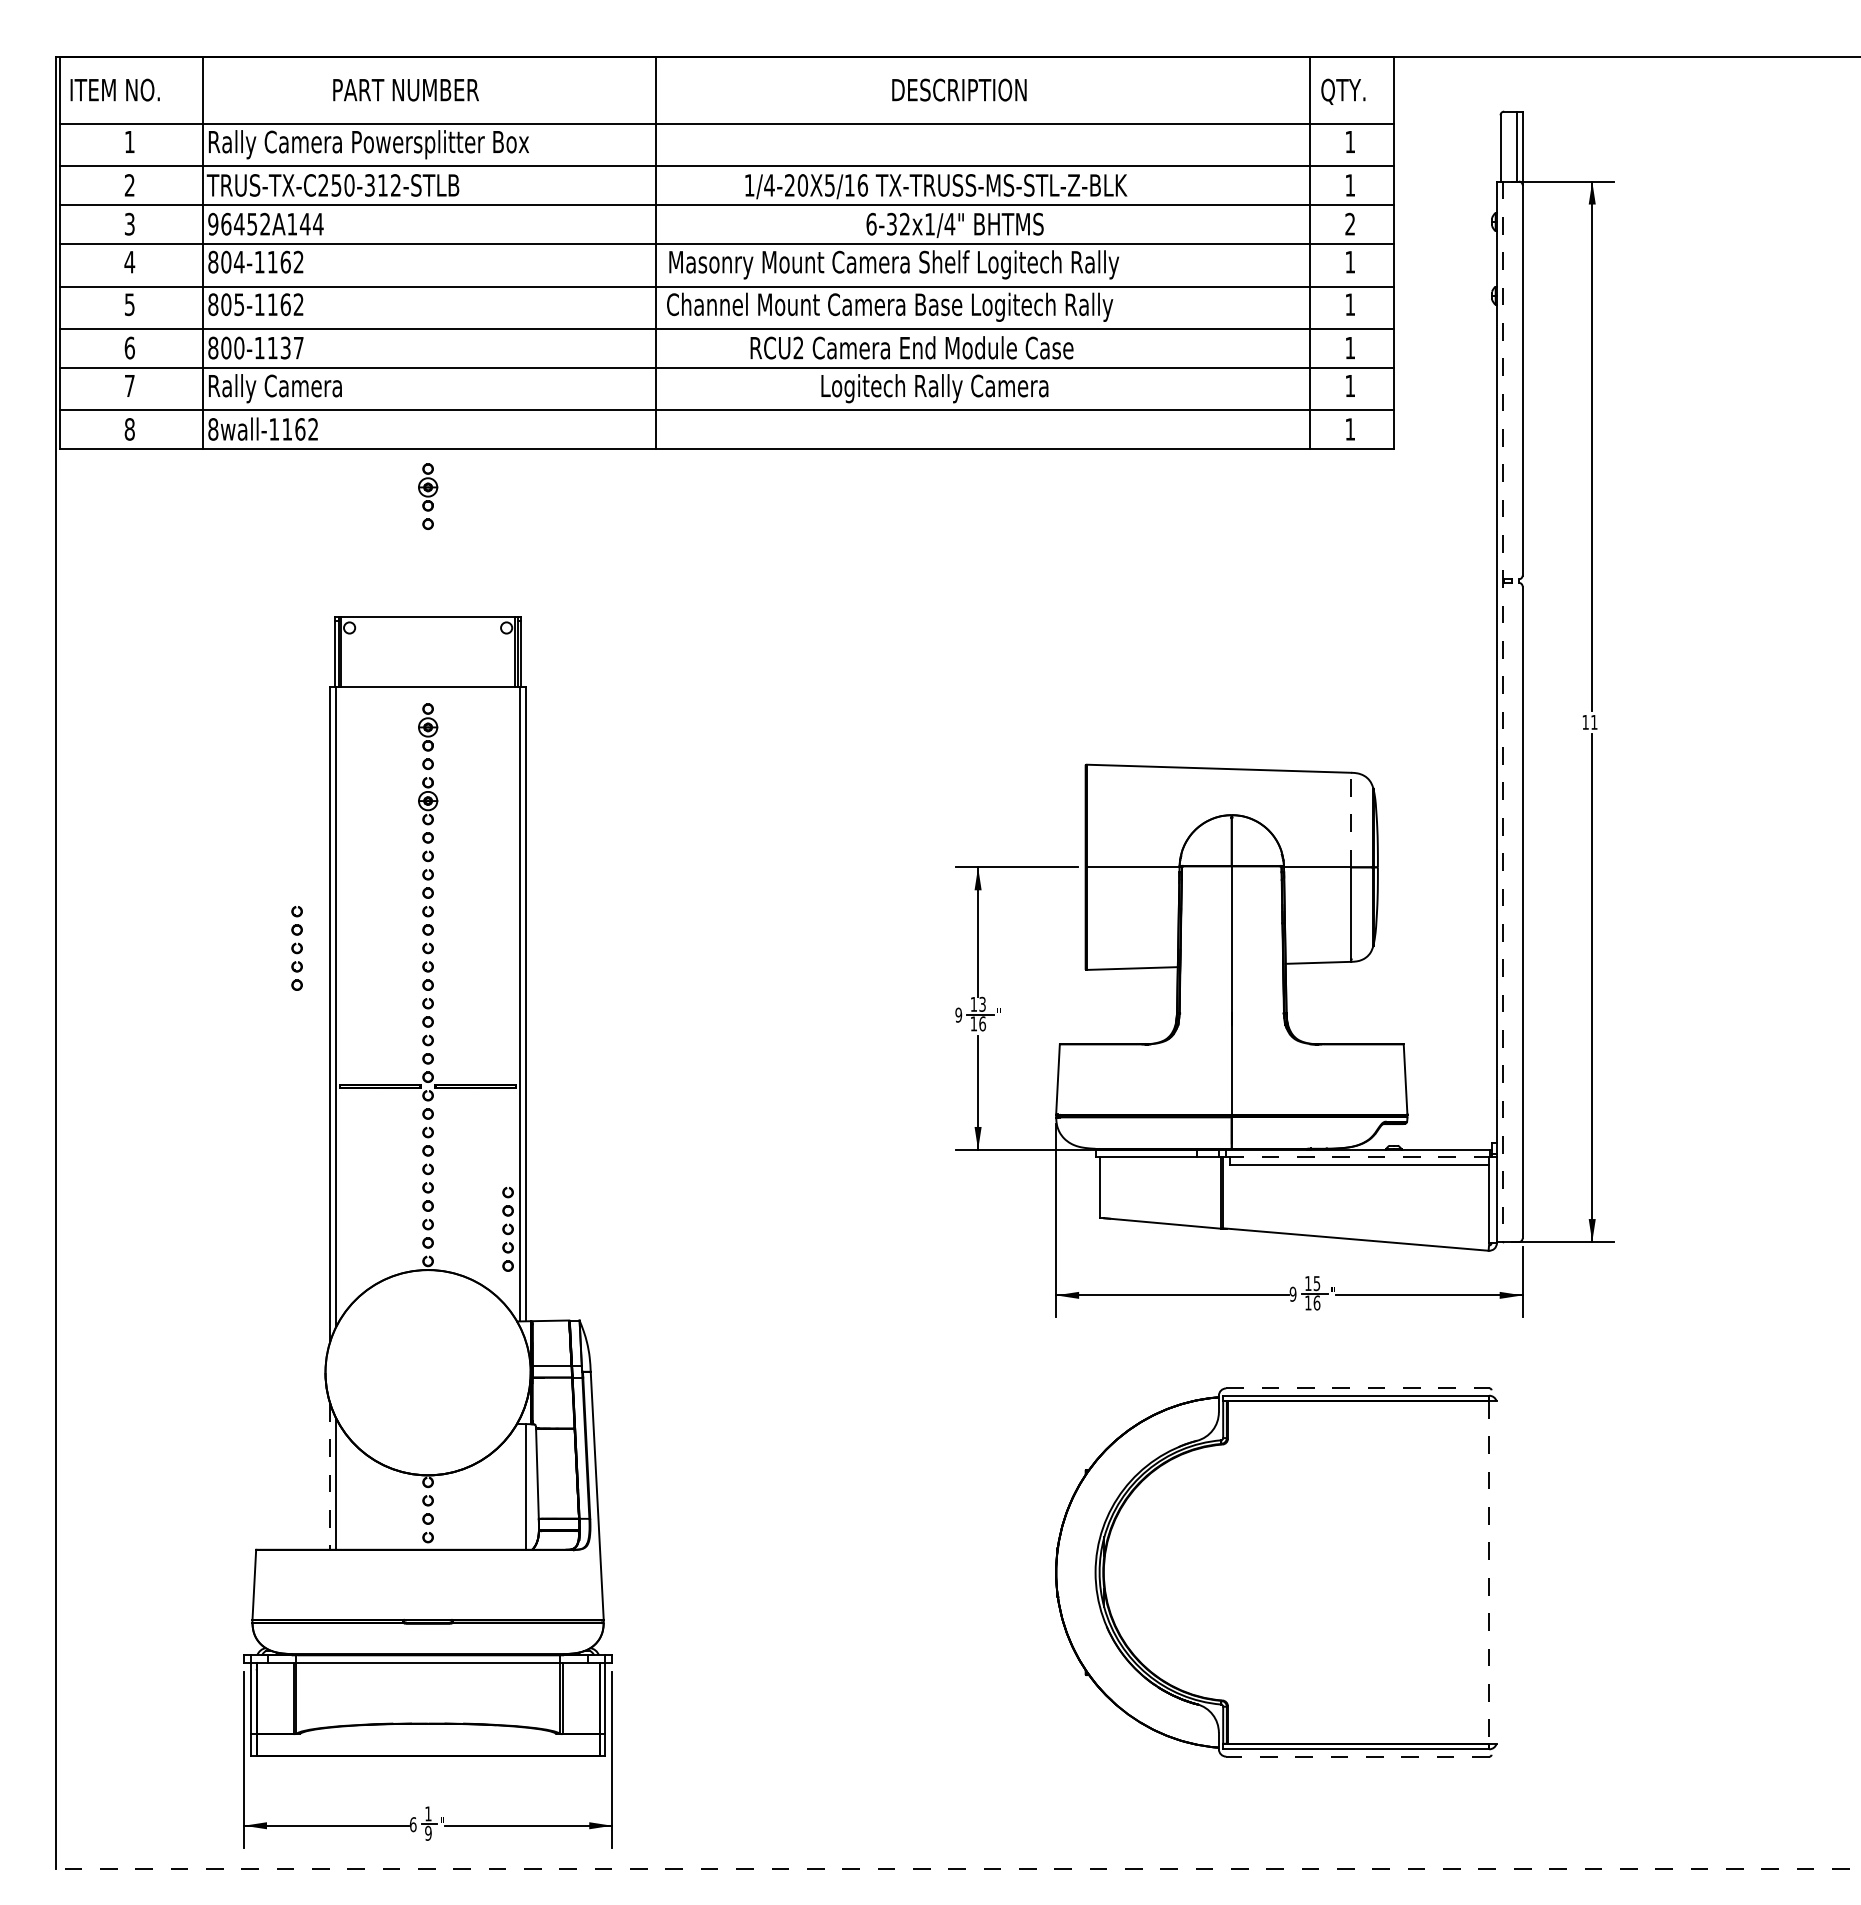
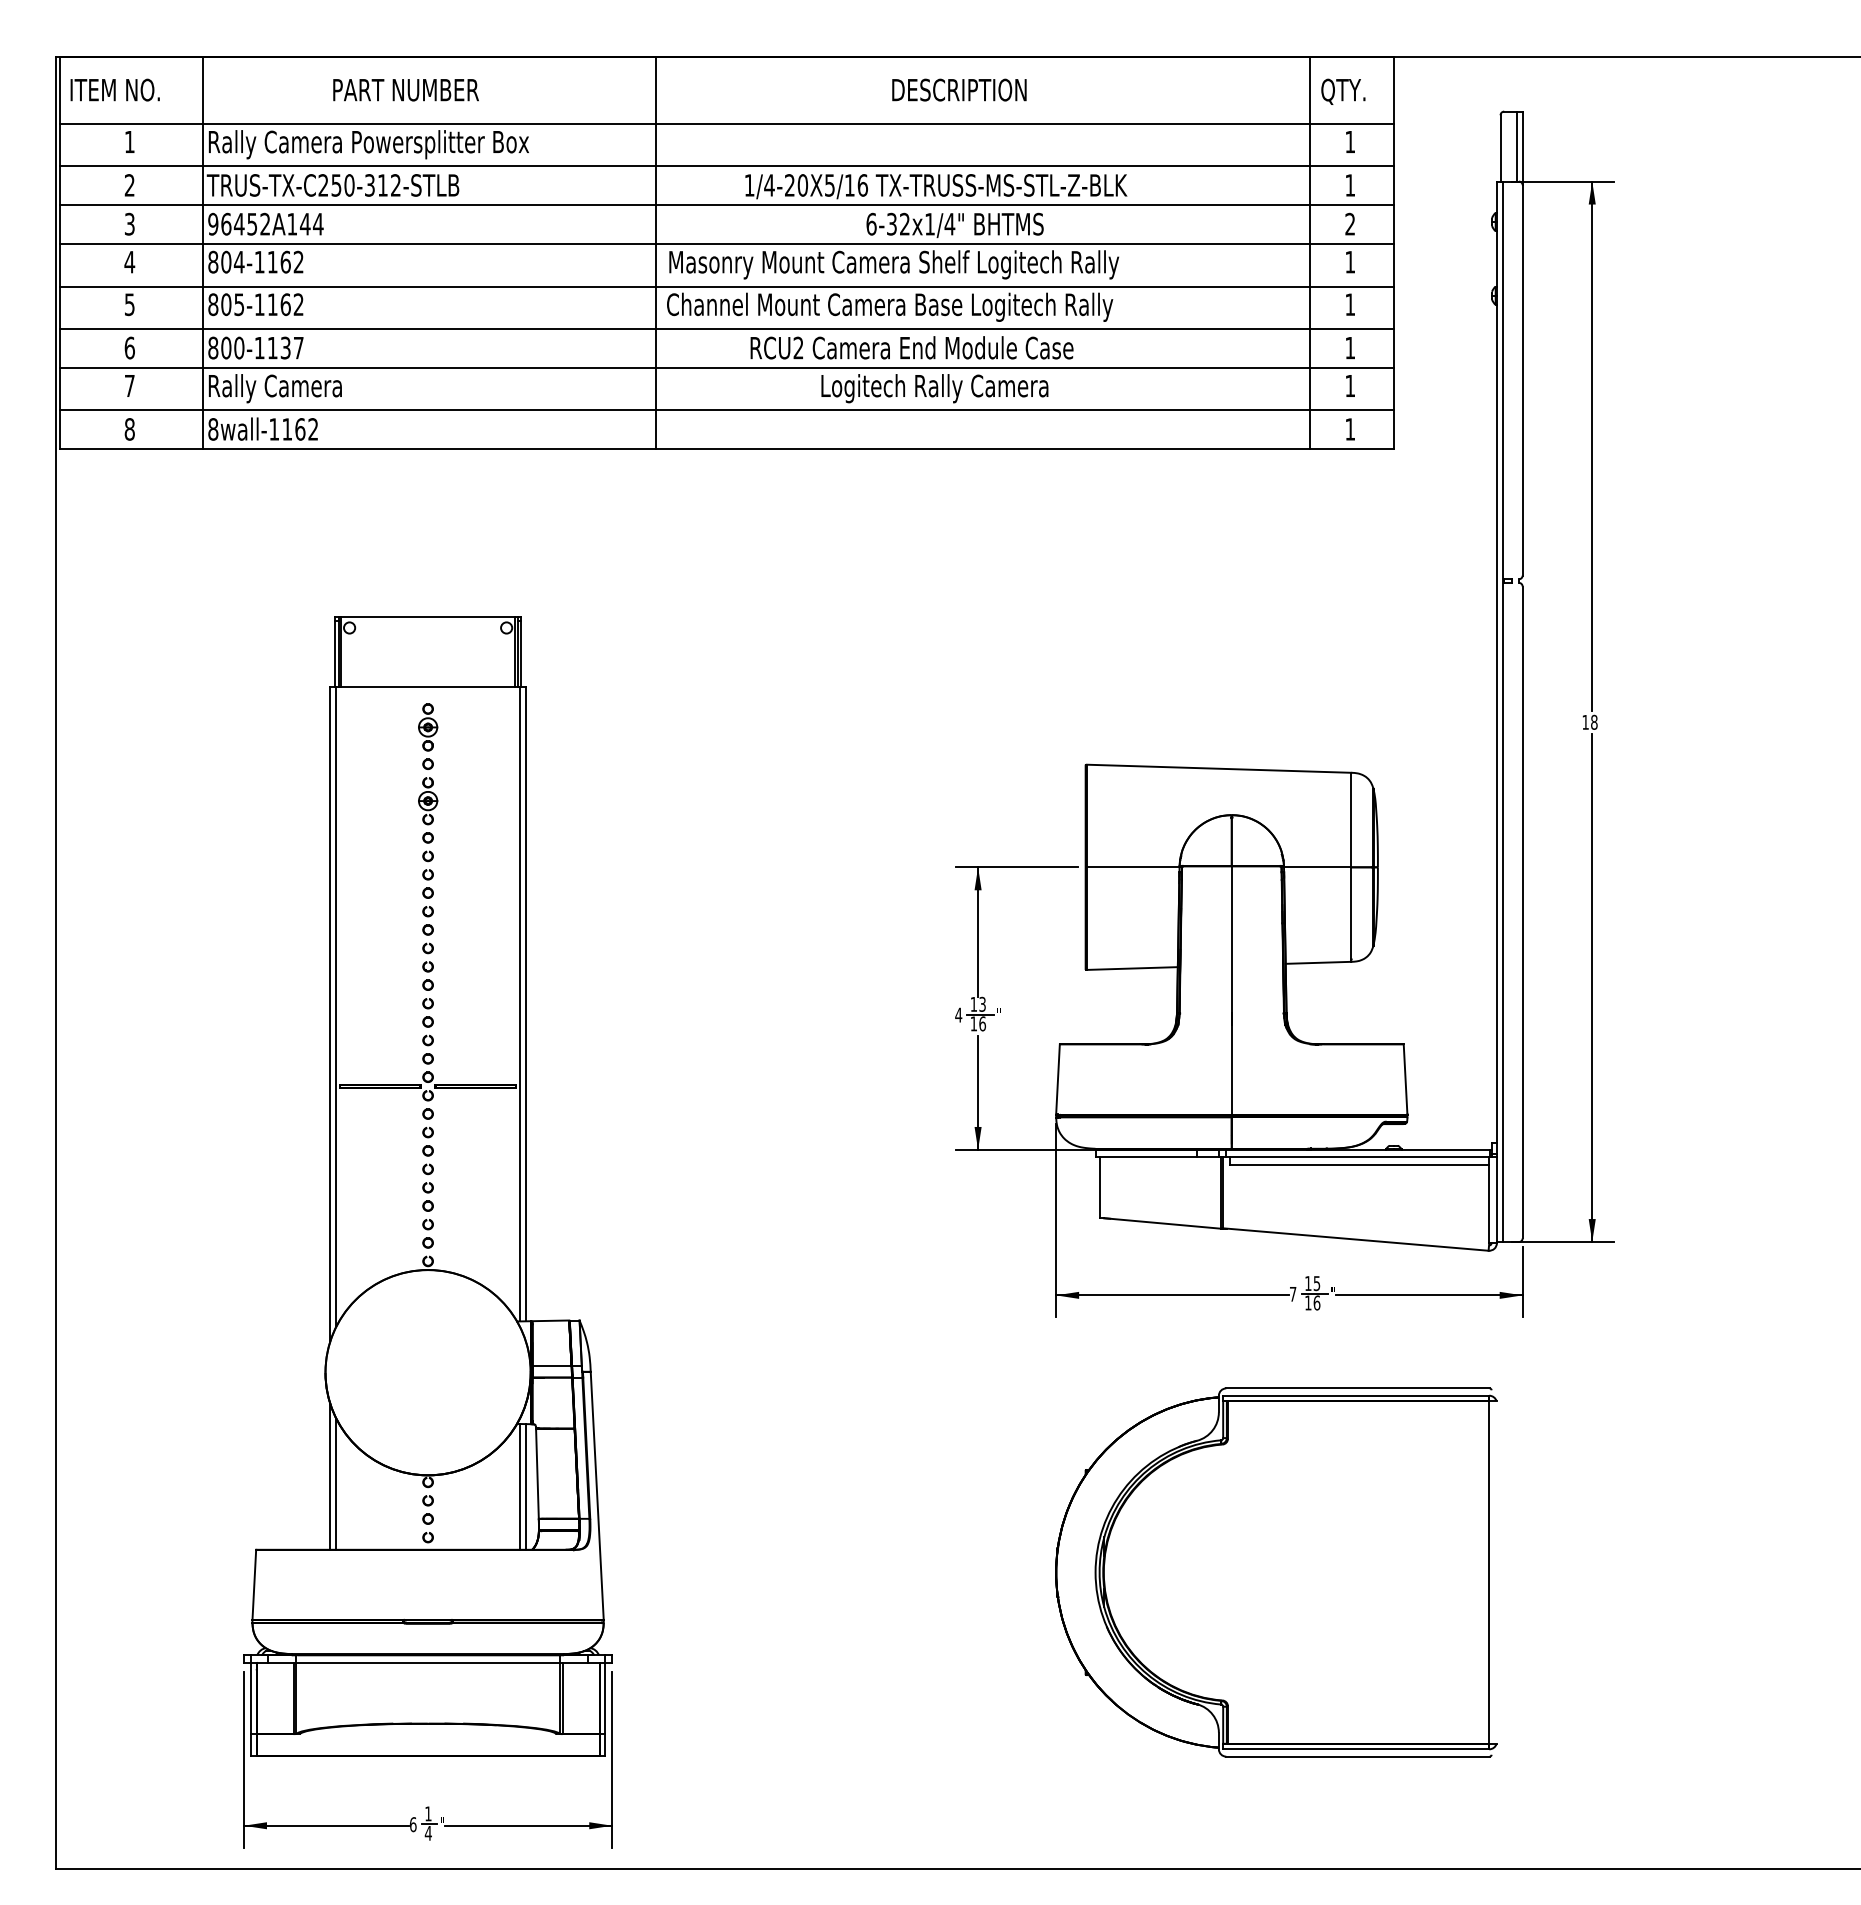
part at (428, 496): present -> none
line at (1502, 712): dashed -> solid
text at (1594, 721): 11 -> 18
line at (1351, 819): dashed -> solid
part at (296, 948): present -> none
text at (958, 1014): 9 -> 4
line at (1357, 1157): dashed -> solid
part at (507, 1229): present -> none
text at (1292, 1293): 9 -> 7
line at (1357, 1388): dashed -> solid
line at (330, 1476): dashed -> solid
line at (519, 1486): none -> present
line at (1488, 1573): dashed -> solid
line at (1357, 1756): dashed -> solid
text at (427, 1832): 9 -> 4
line at (957, 1869): dashed -> solid
